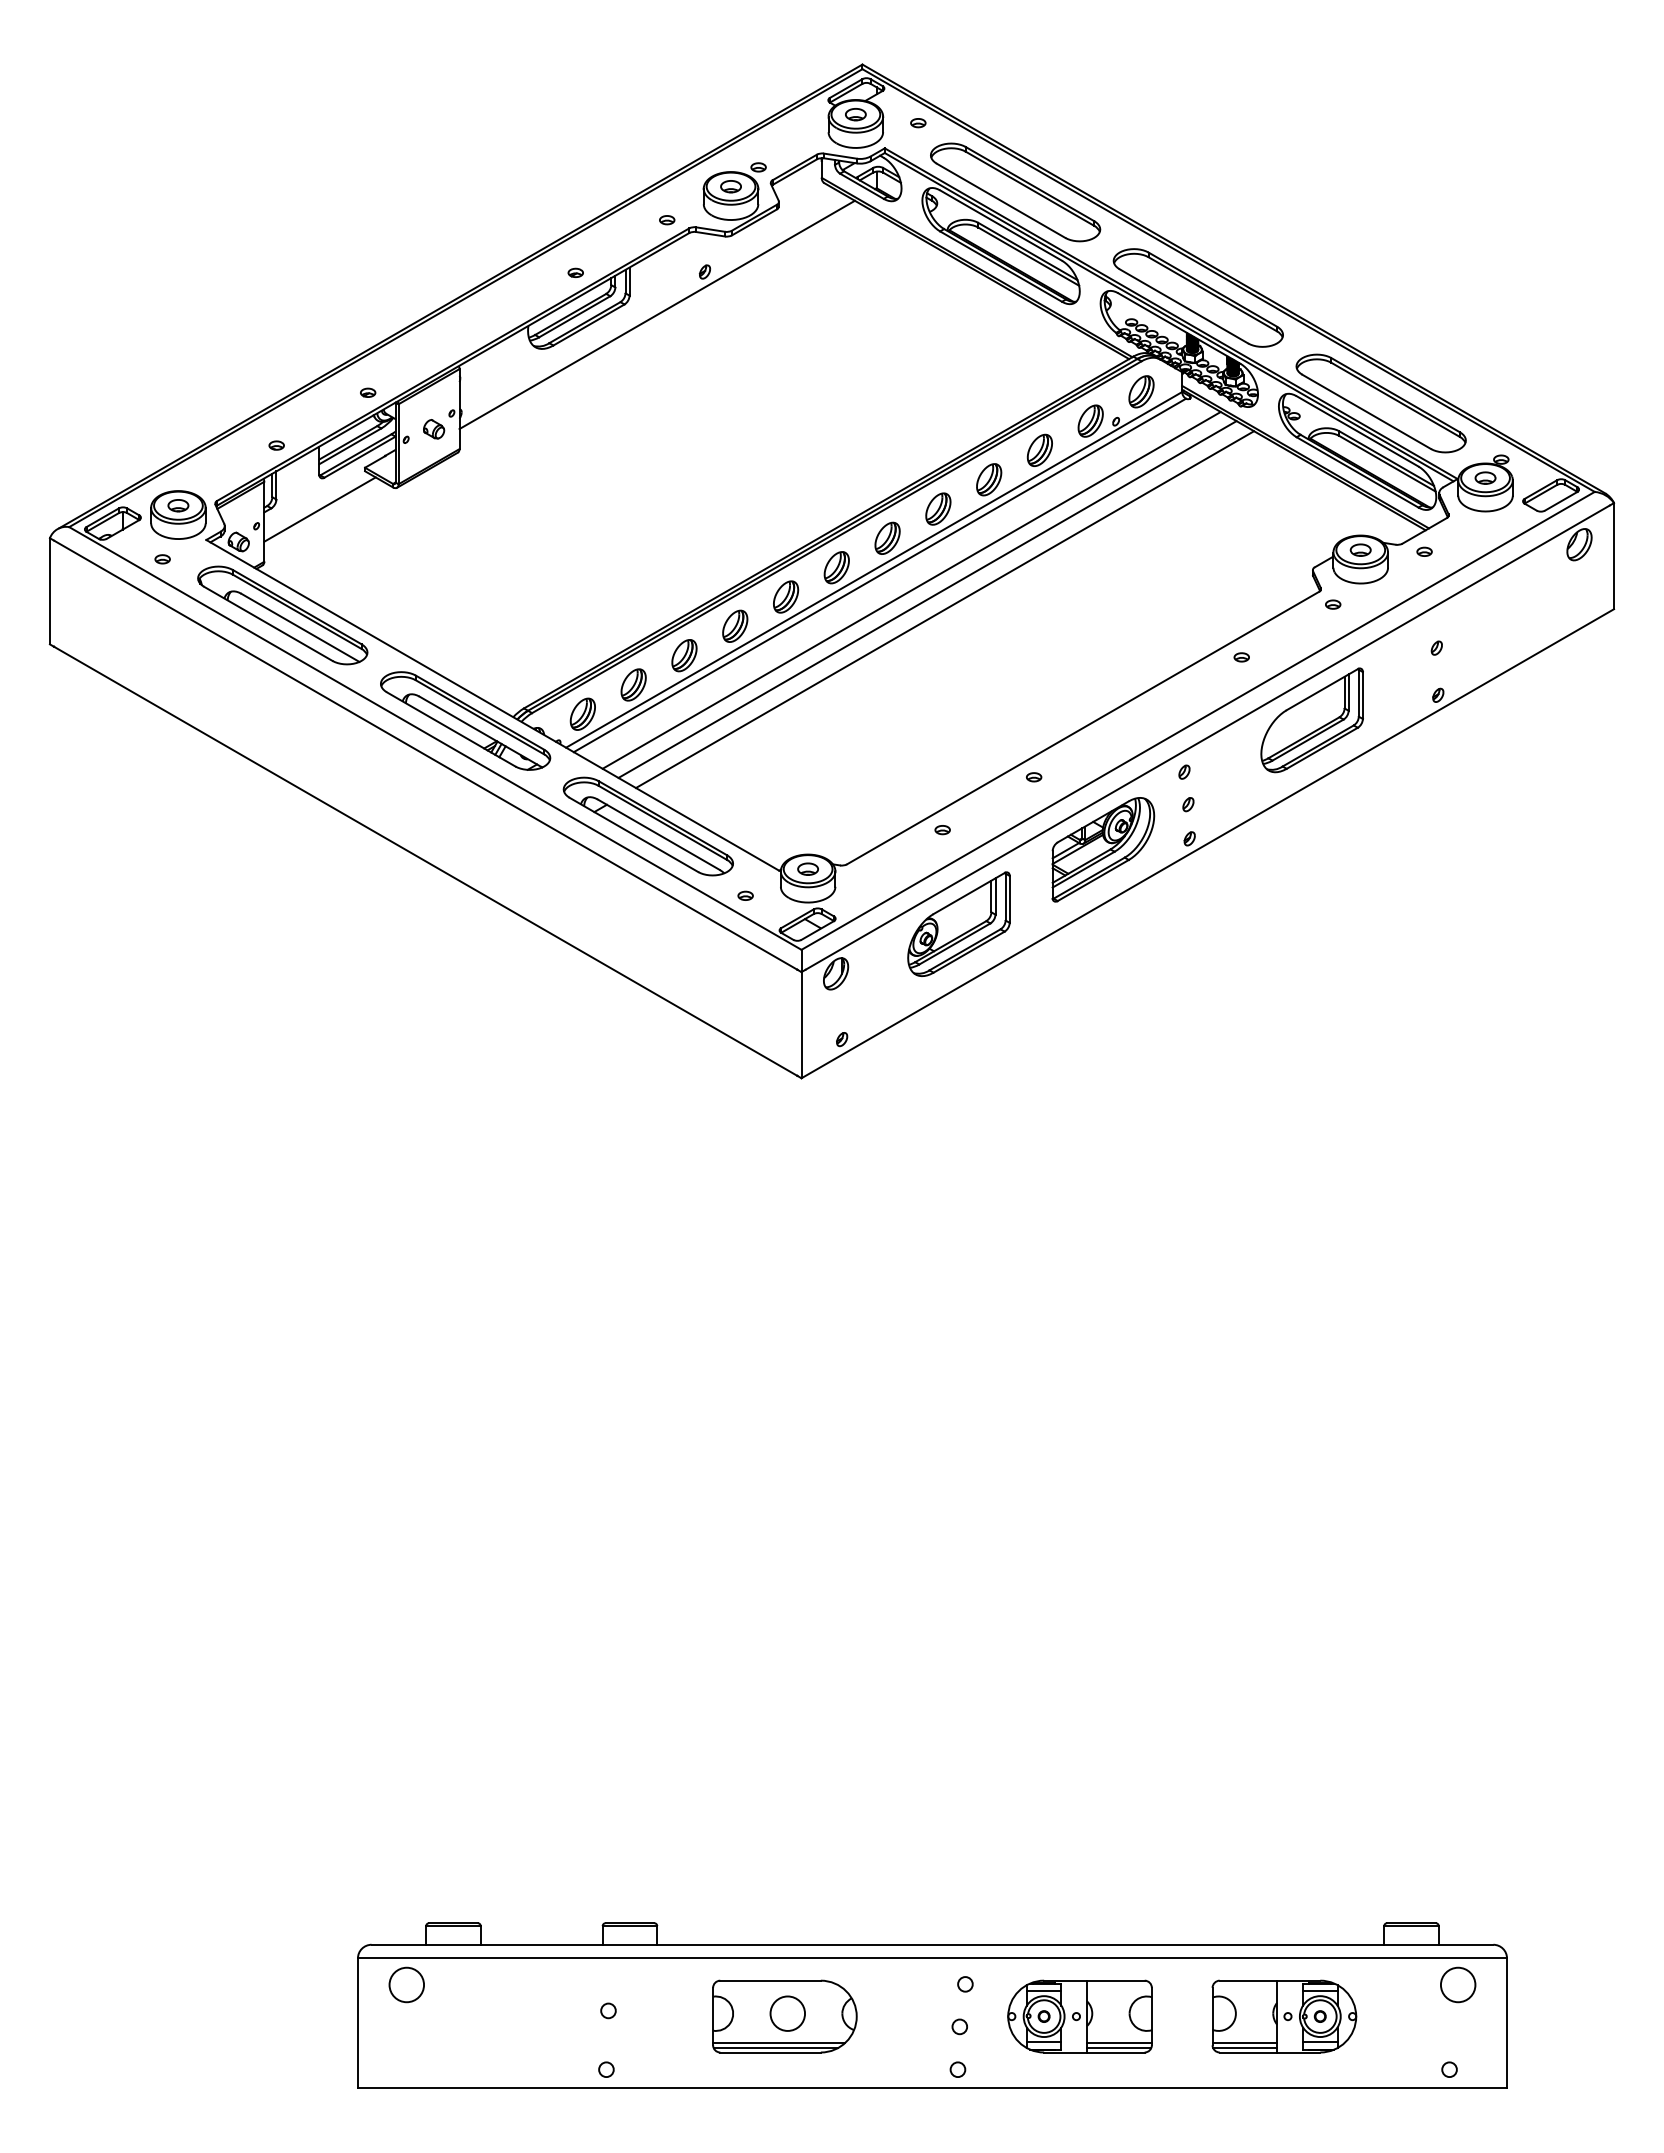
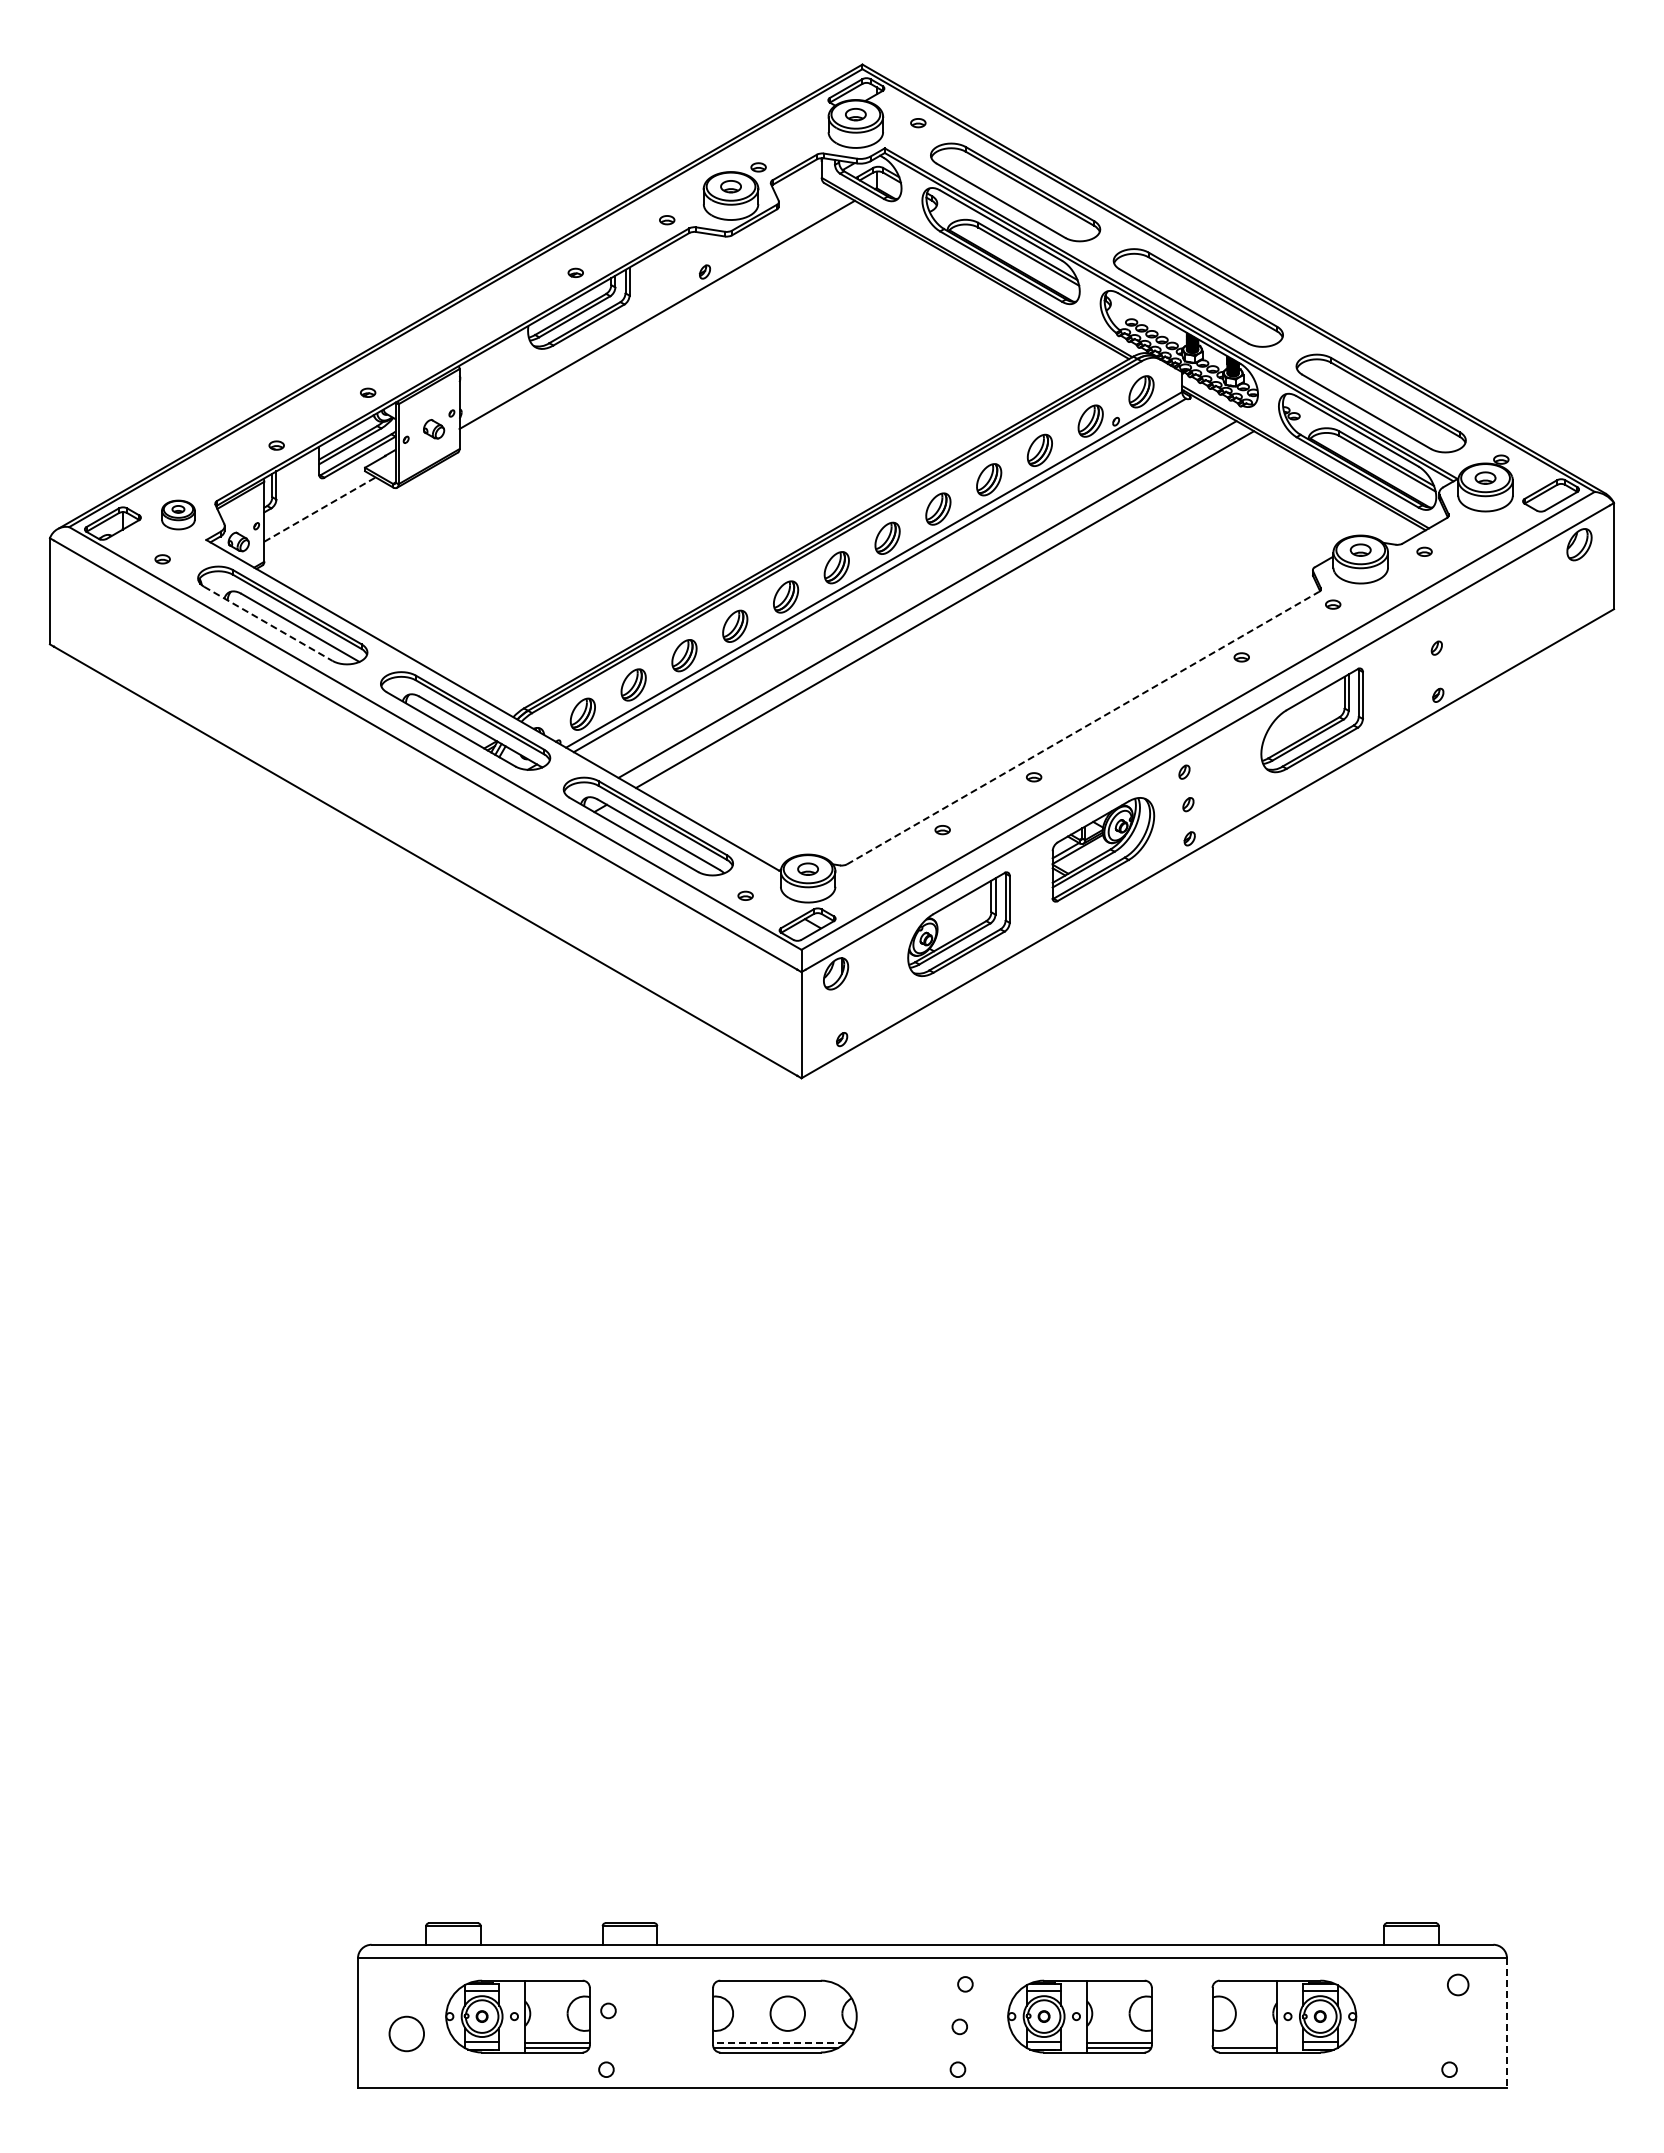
line at (320, 509): solid -> dashed
part at (178, 514) size: 57x50 px -> 35x32 px
line at (911, 589): present -> none
line at (268, 624): solid -> dashed
line at (1083, 727): solid -> dashed
circle at (406, 1984) position: (406, 1984) -> (406, 2033)
circle at (1457, 1984) diameter: 34 px -> 21 px
part at (517, 2016): none -> present
line at (1507, 2023): solid -> dashed
line at (778, 2042): solid -> dashed
line at (1244, 2042): present -> none
